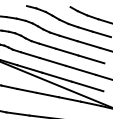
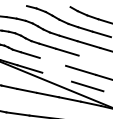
line at (91, 59): present -> none
line at (52, 61): present -> none
line at (56, 76): present -> none
